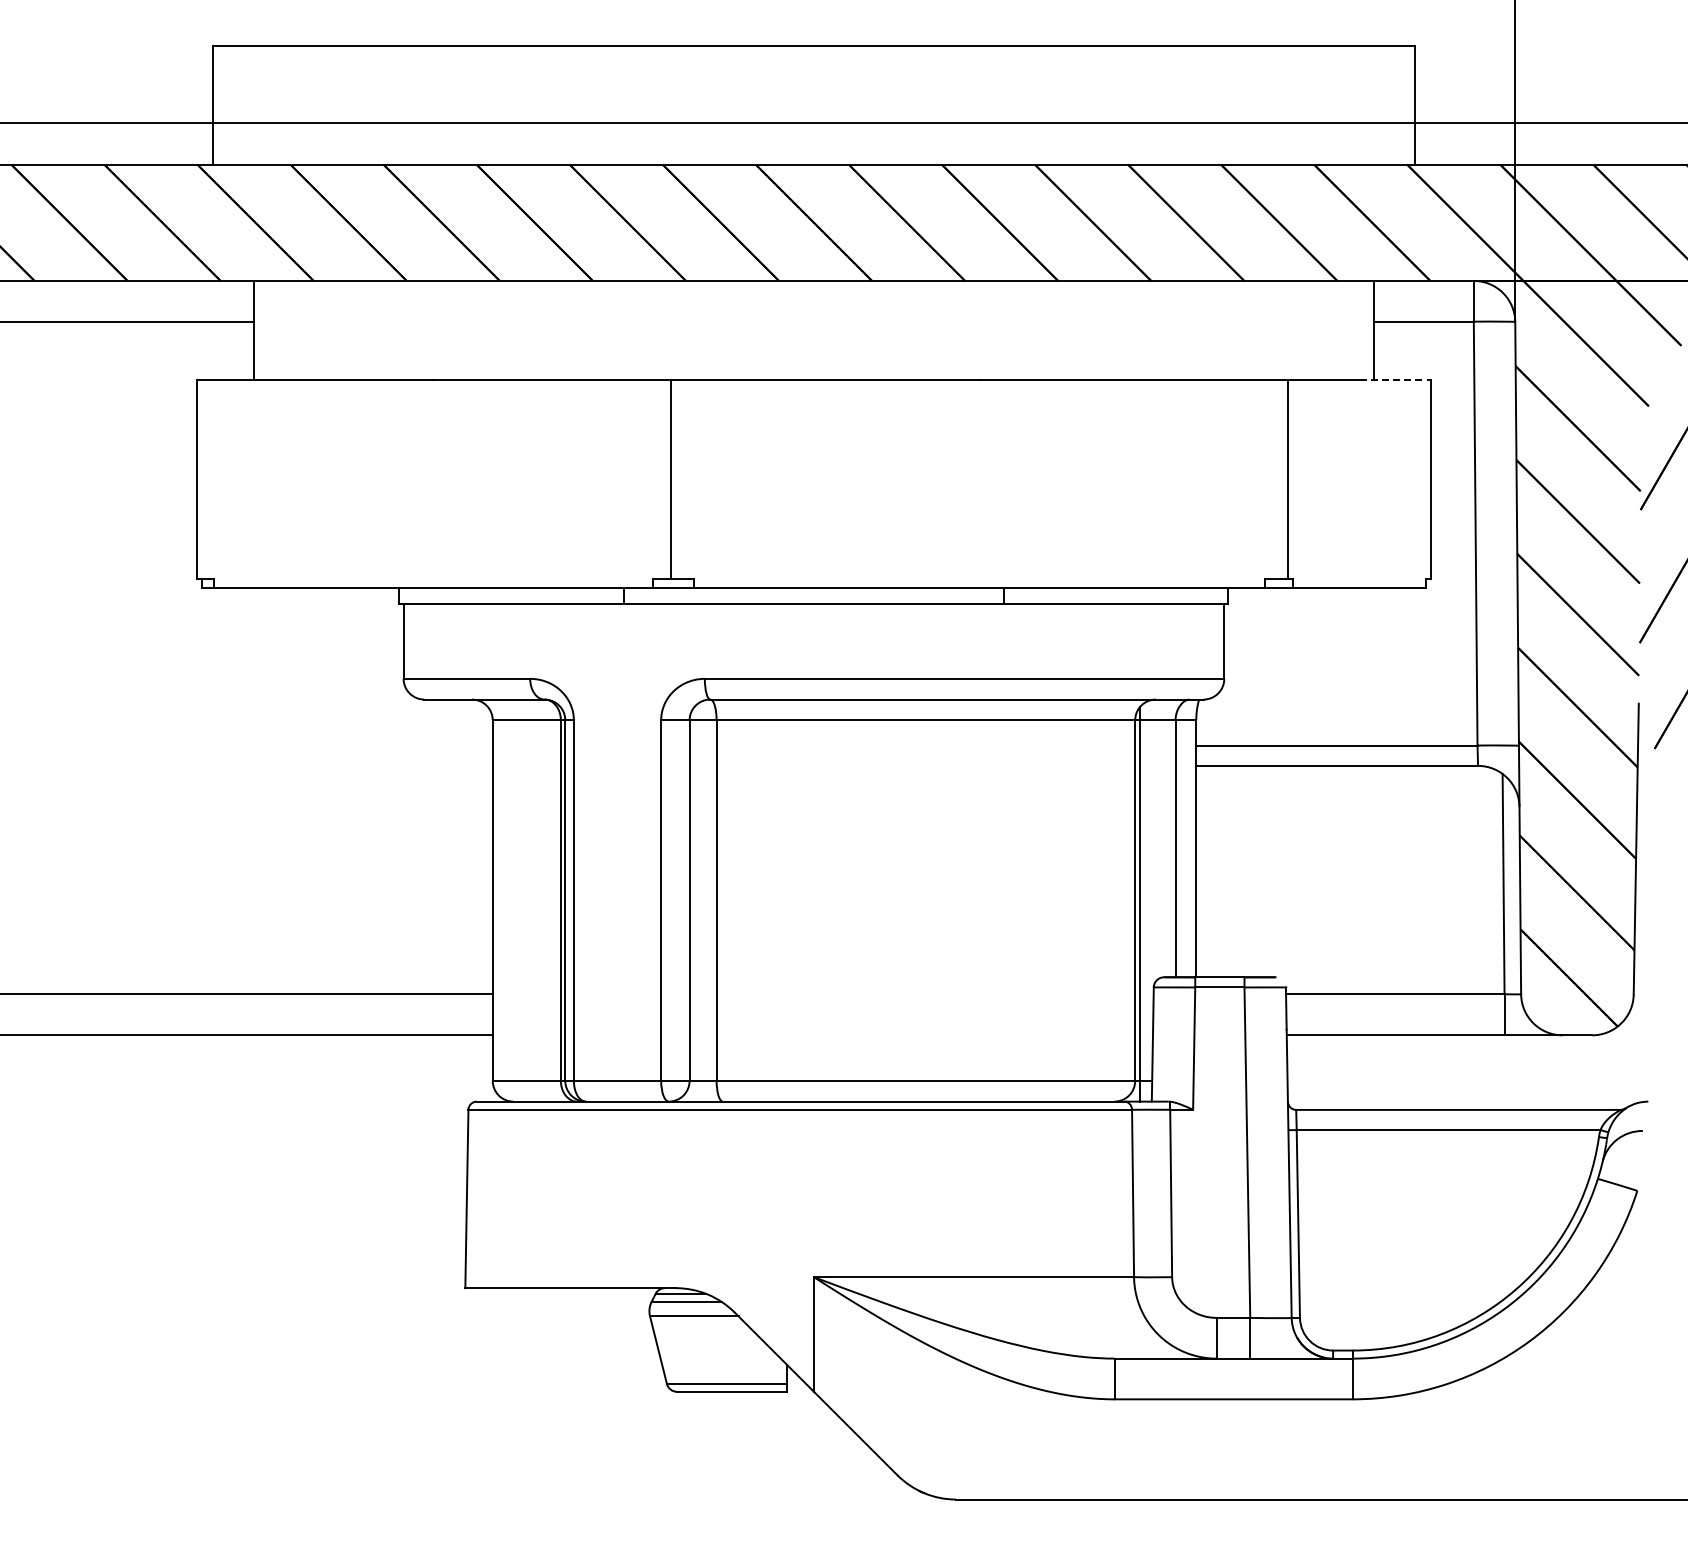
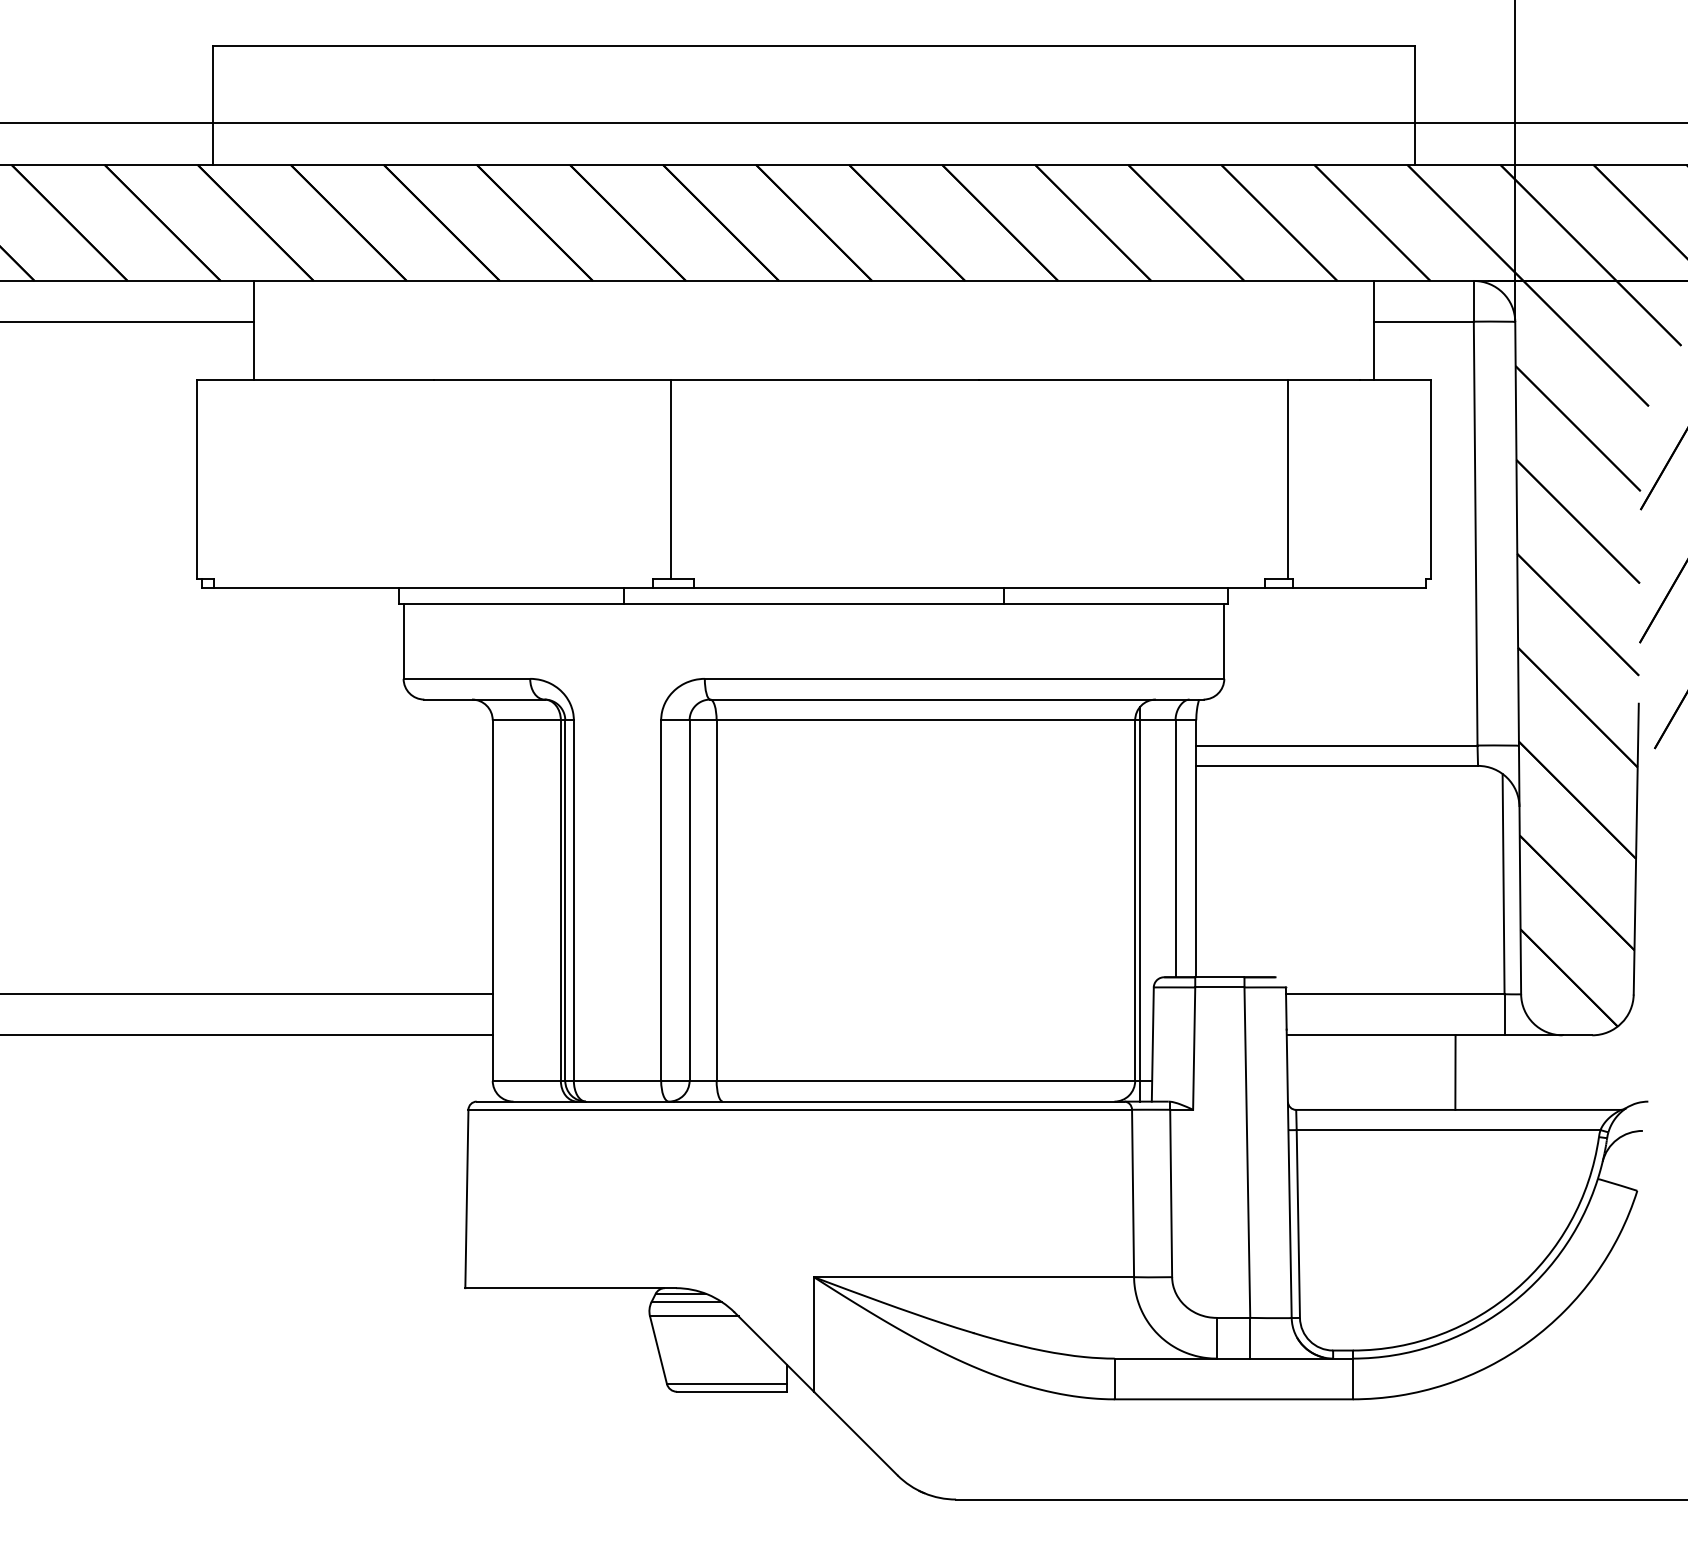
line at (1395, 380): dashed -> solid
line at (1455, 1072): none -> present
